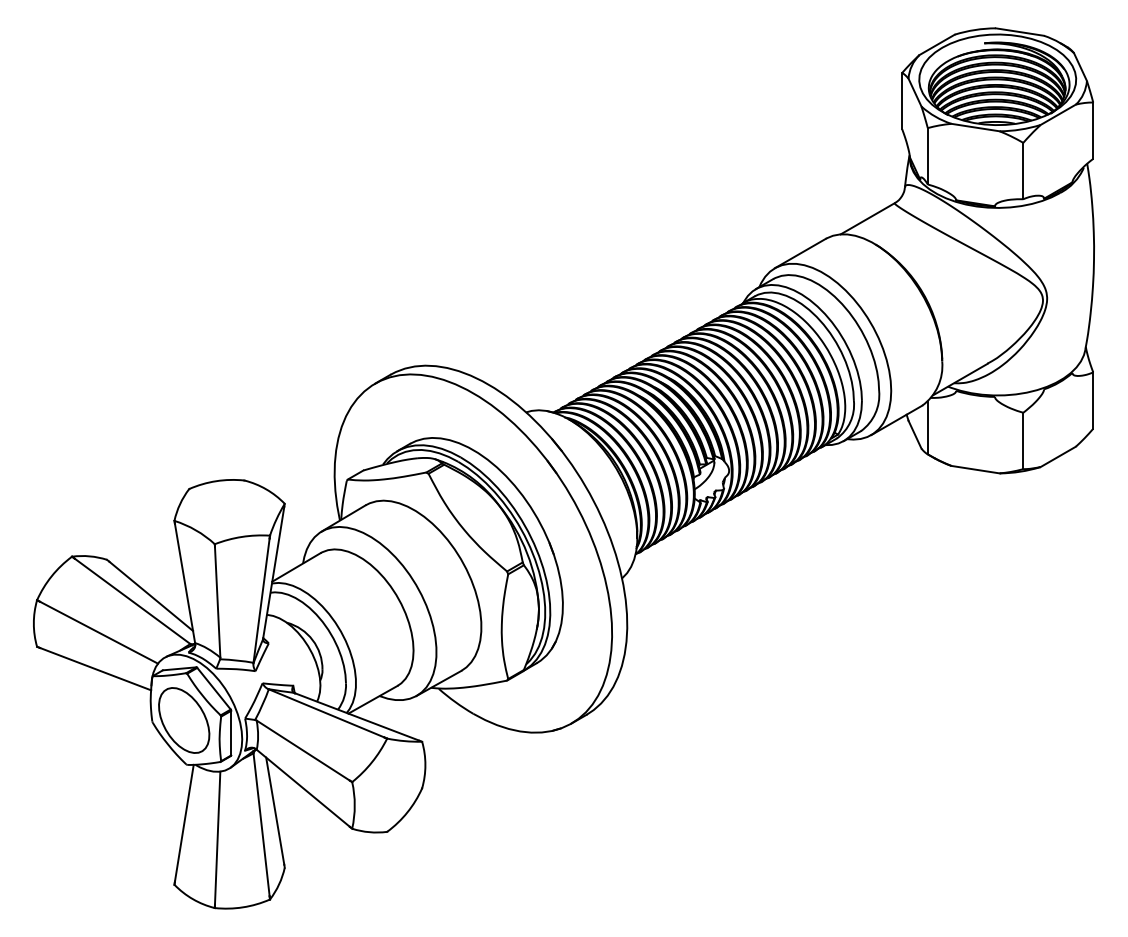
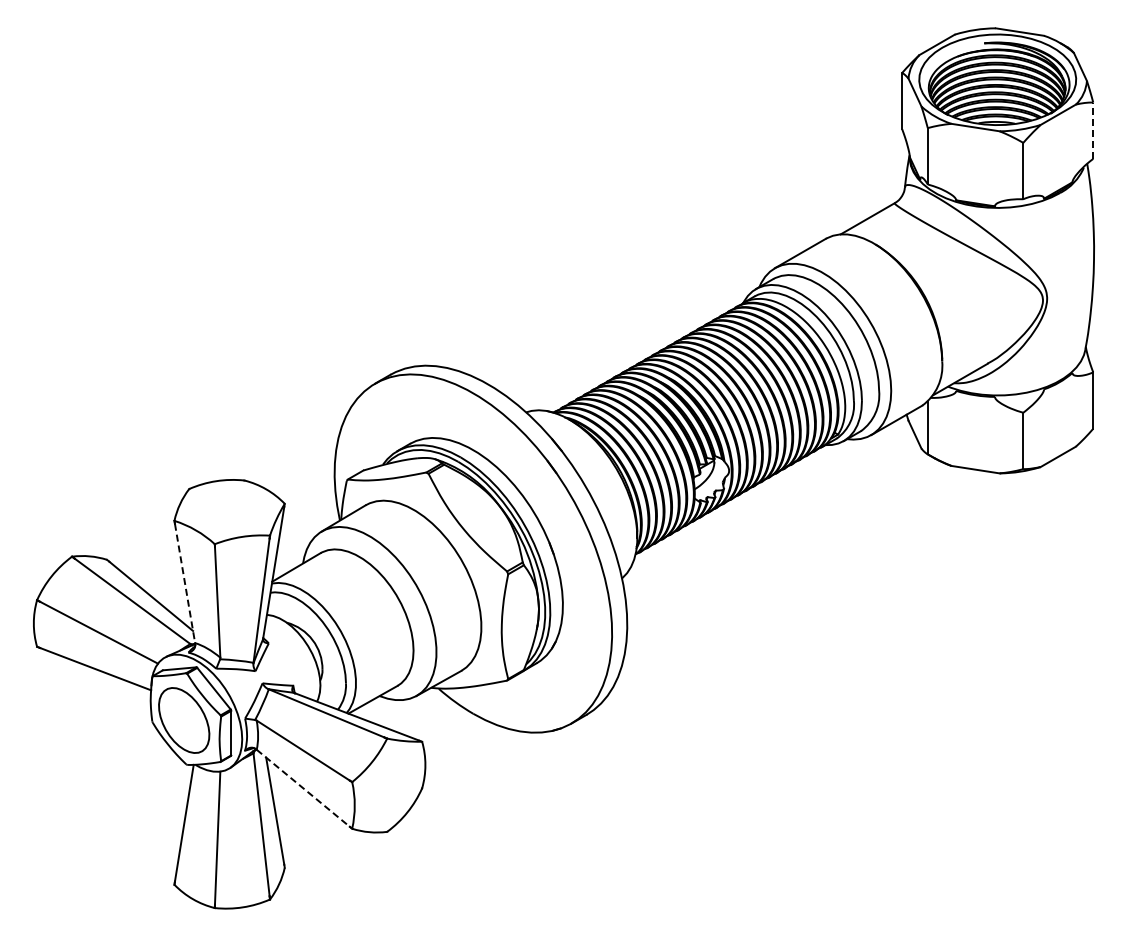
line at (1093, 130): solid -> dashed
line at (185, 583): solid -> dashed
line at (303, 788): solid -> dashed
